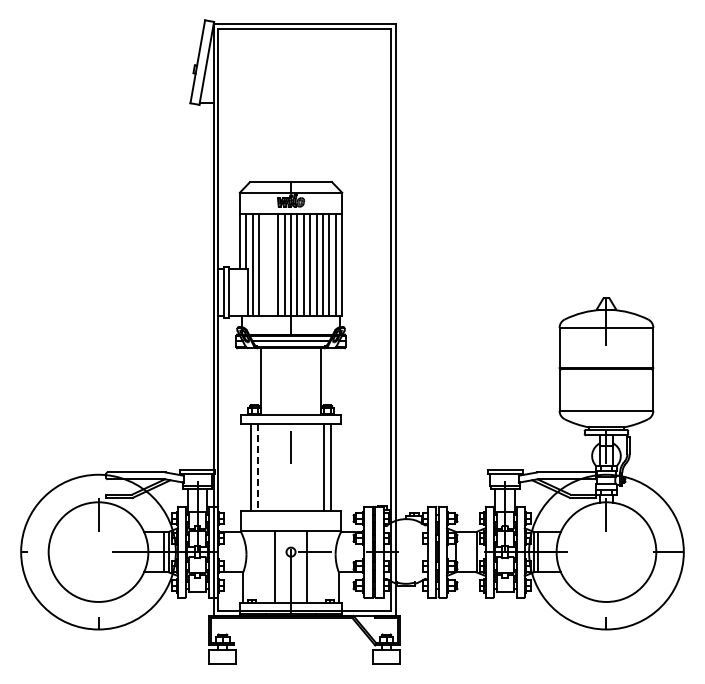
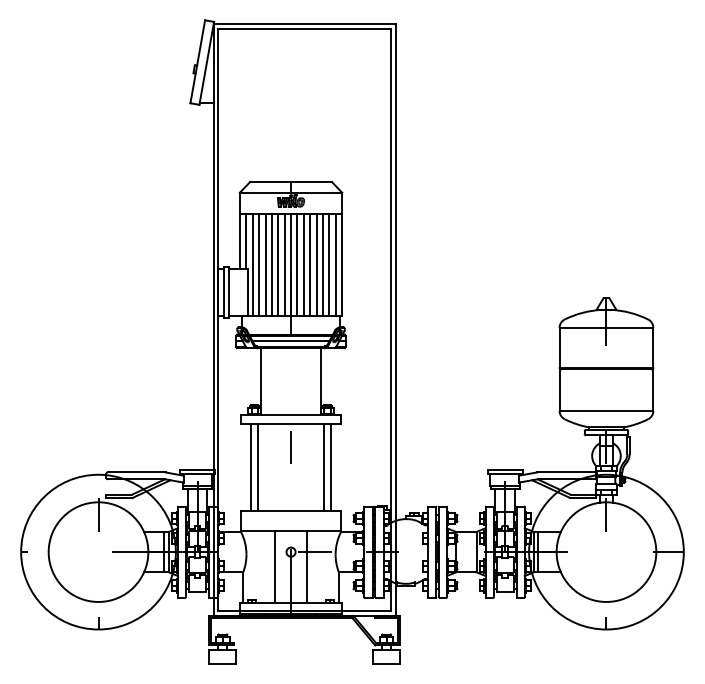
line at (265, 264): none -> present
line at (271, 264): none -> present
line at (258, 467): dashed -> solid
